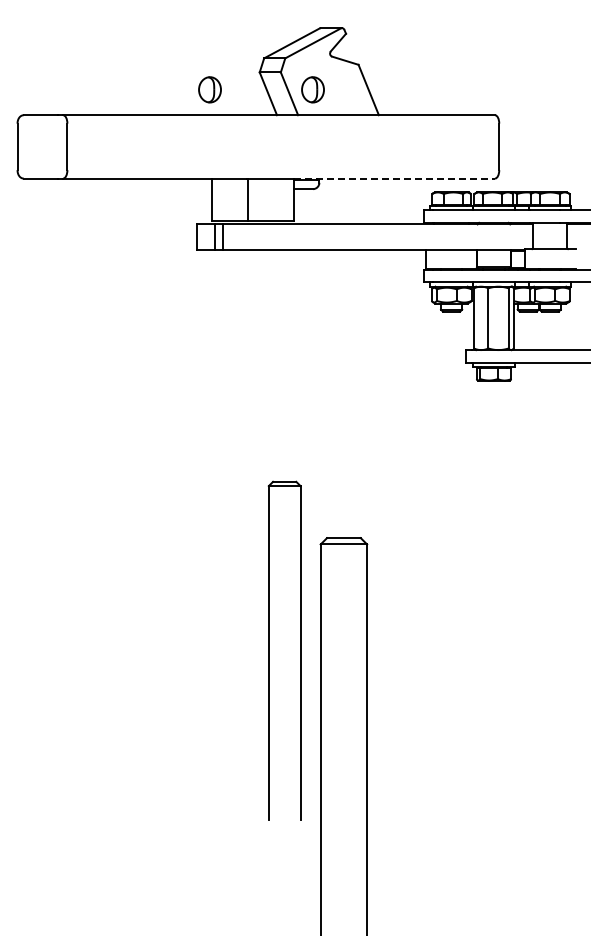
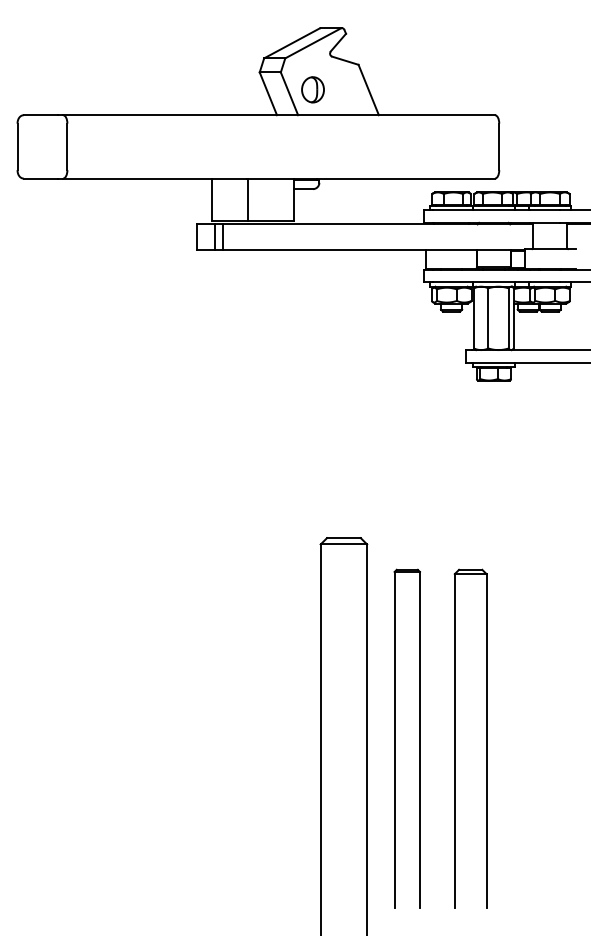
part at (209, 89): present -> none
line at (394, 178): dashed -> solid
part at (269, 650) position: (269, 650) -> (455, 738)
part at (395, 738): none -> present
